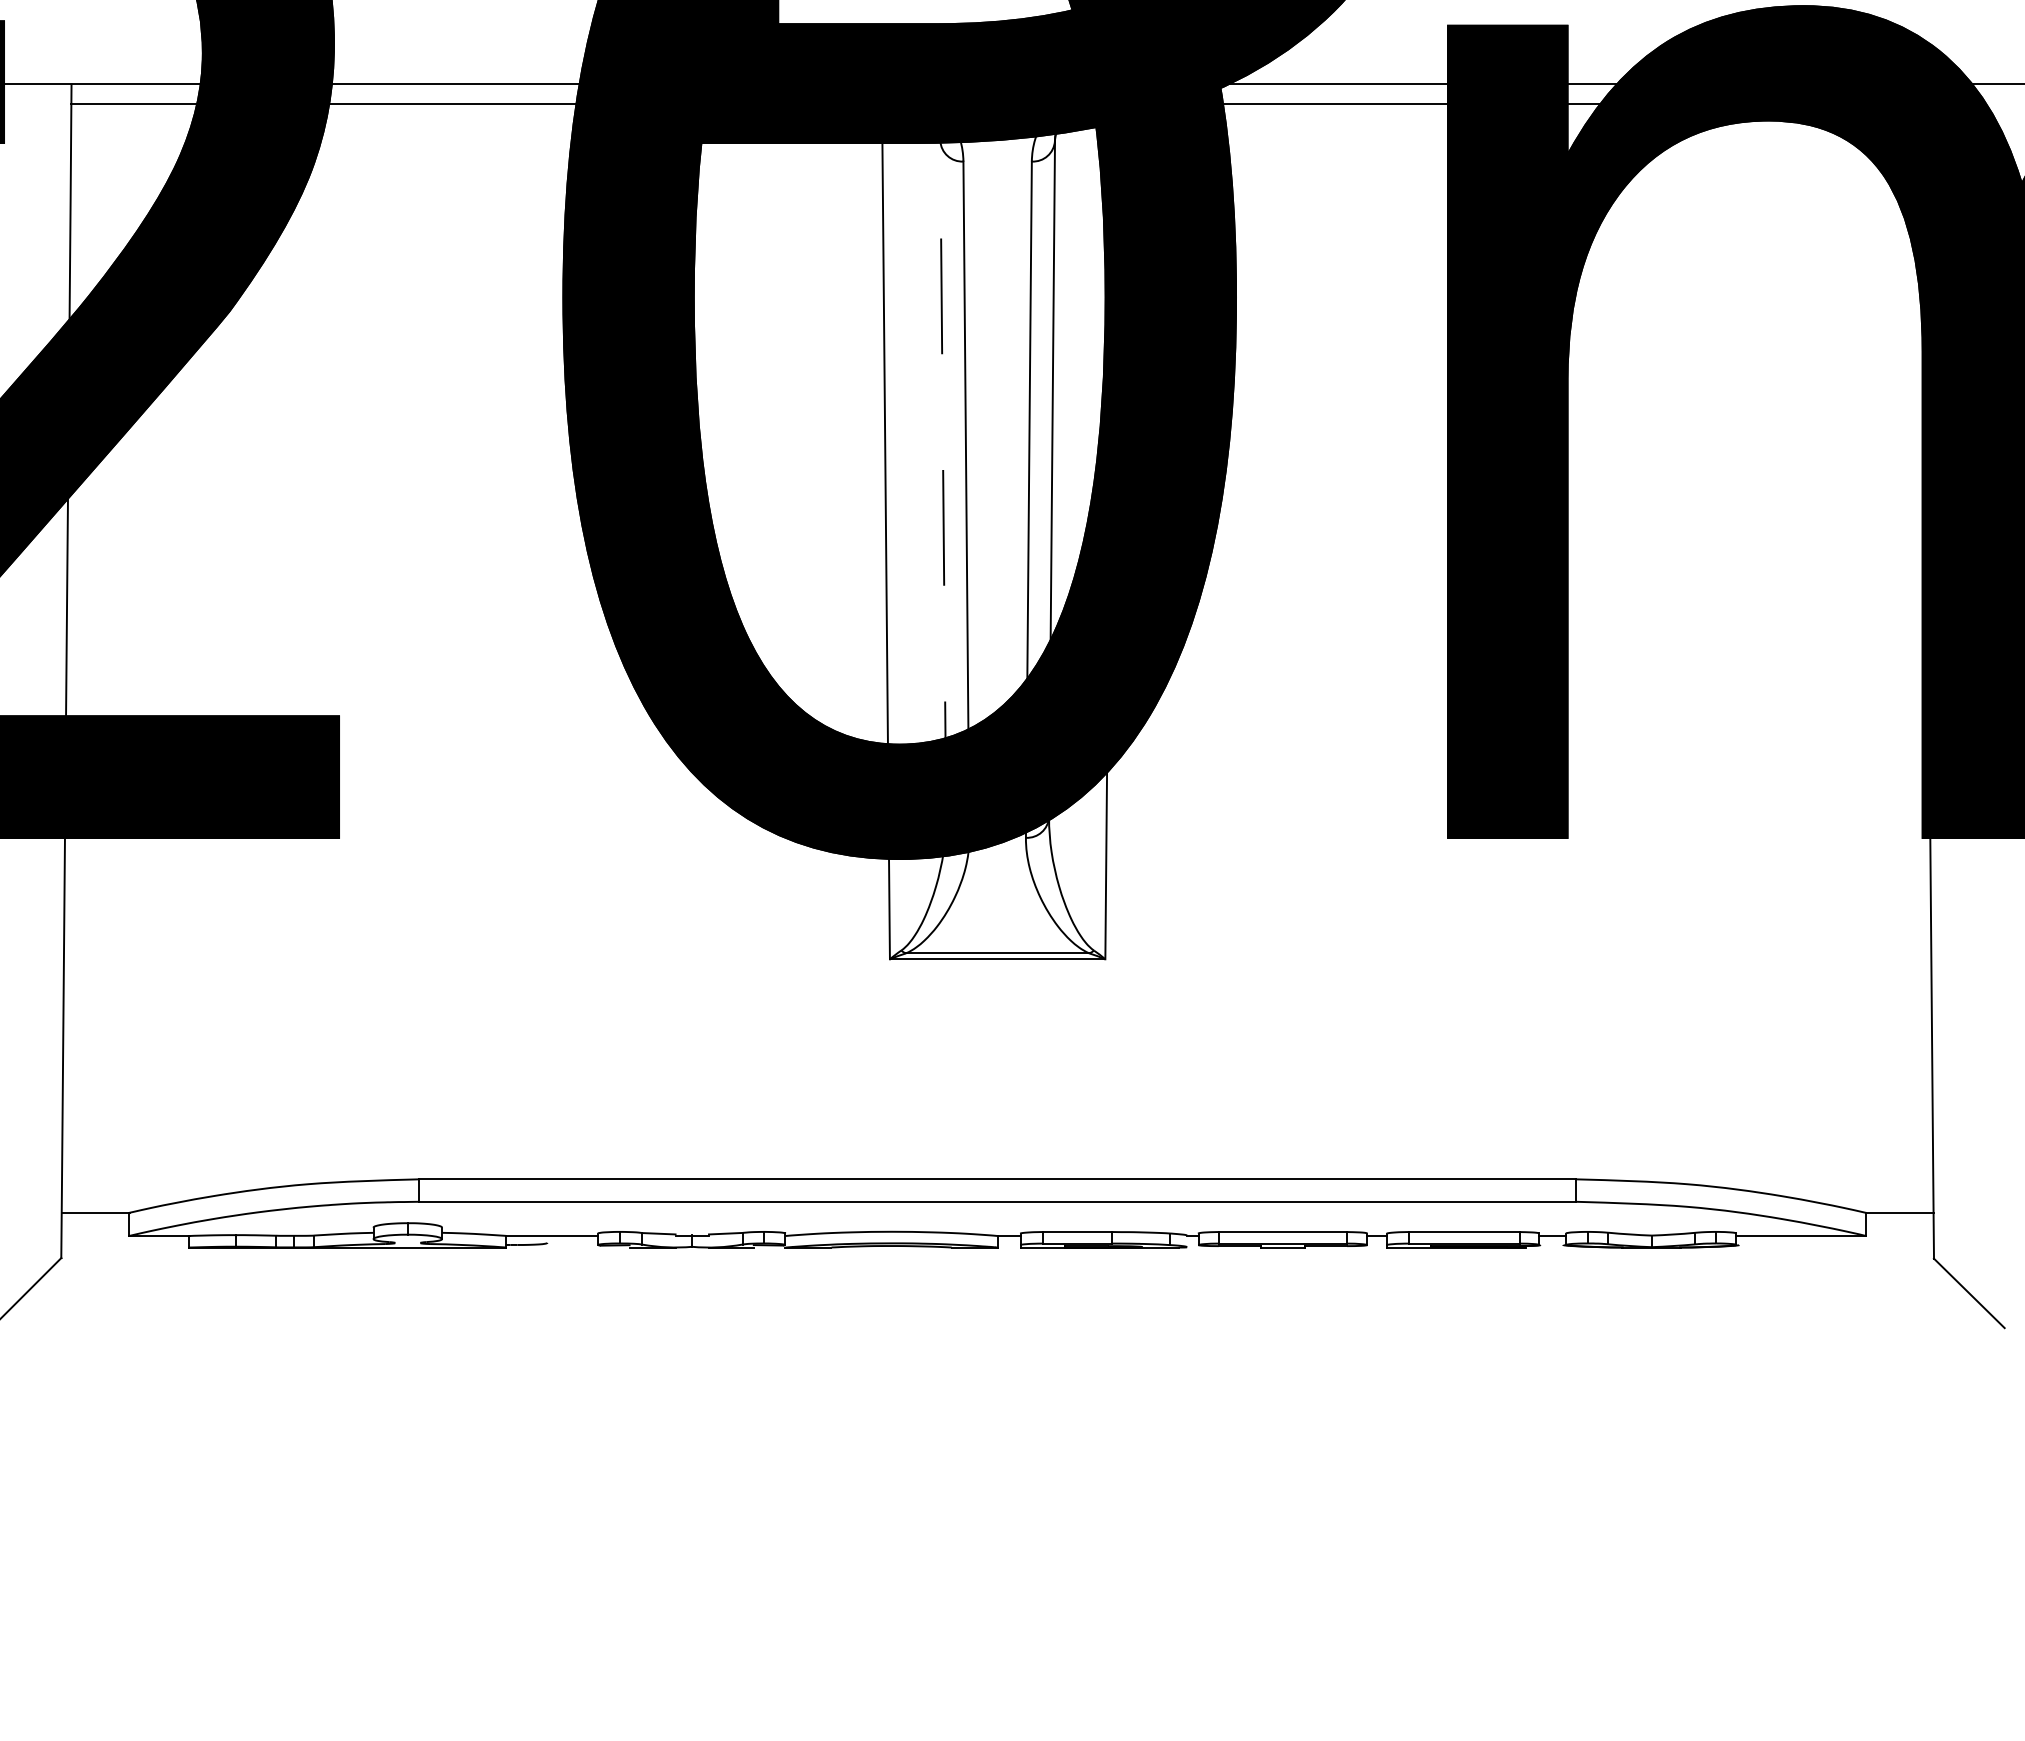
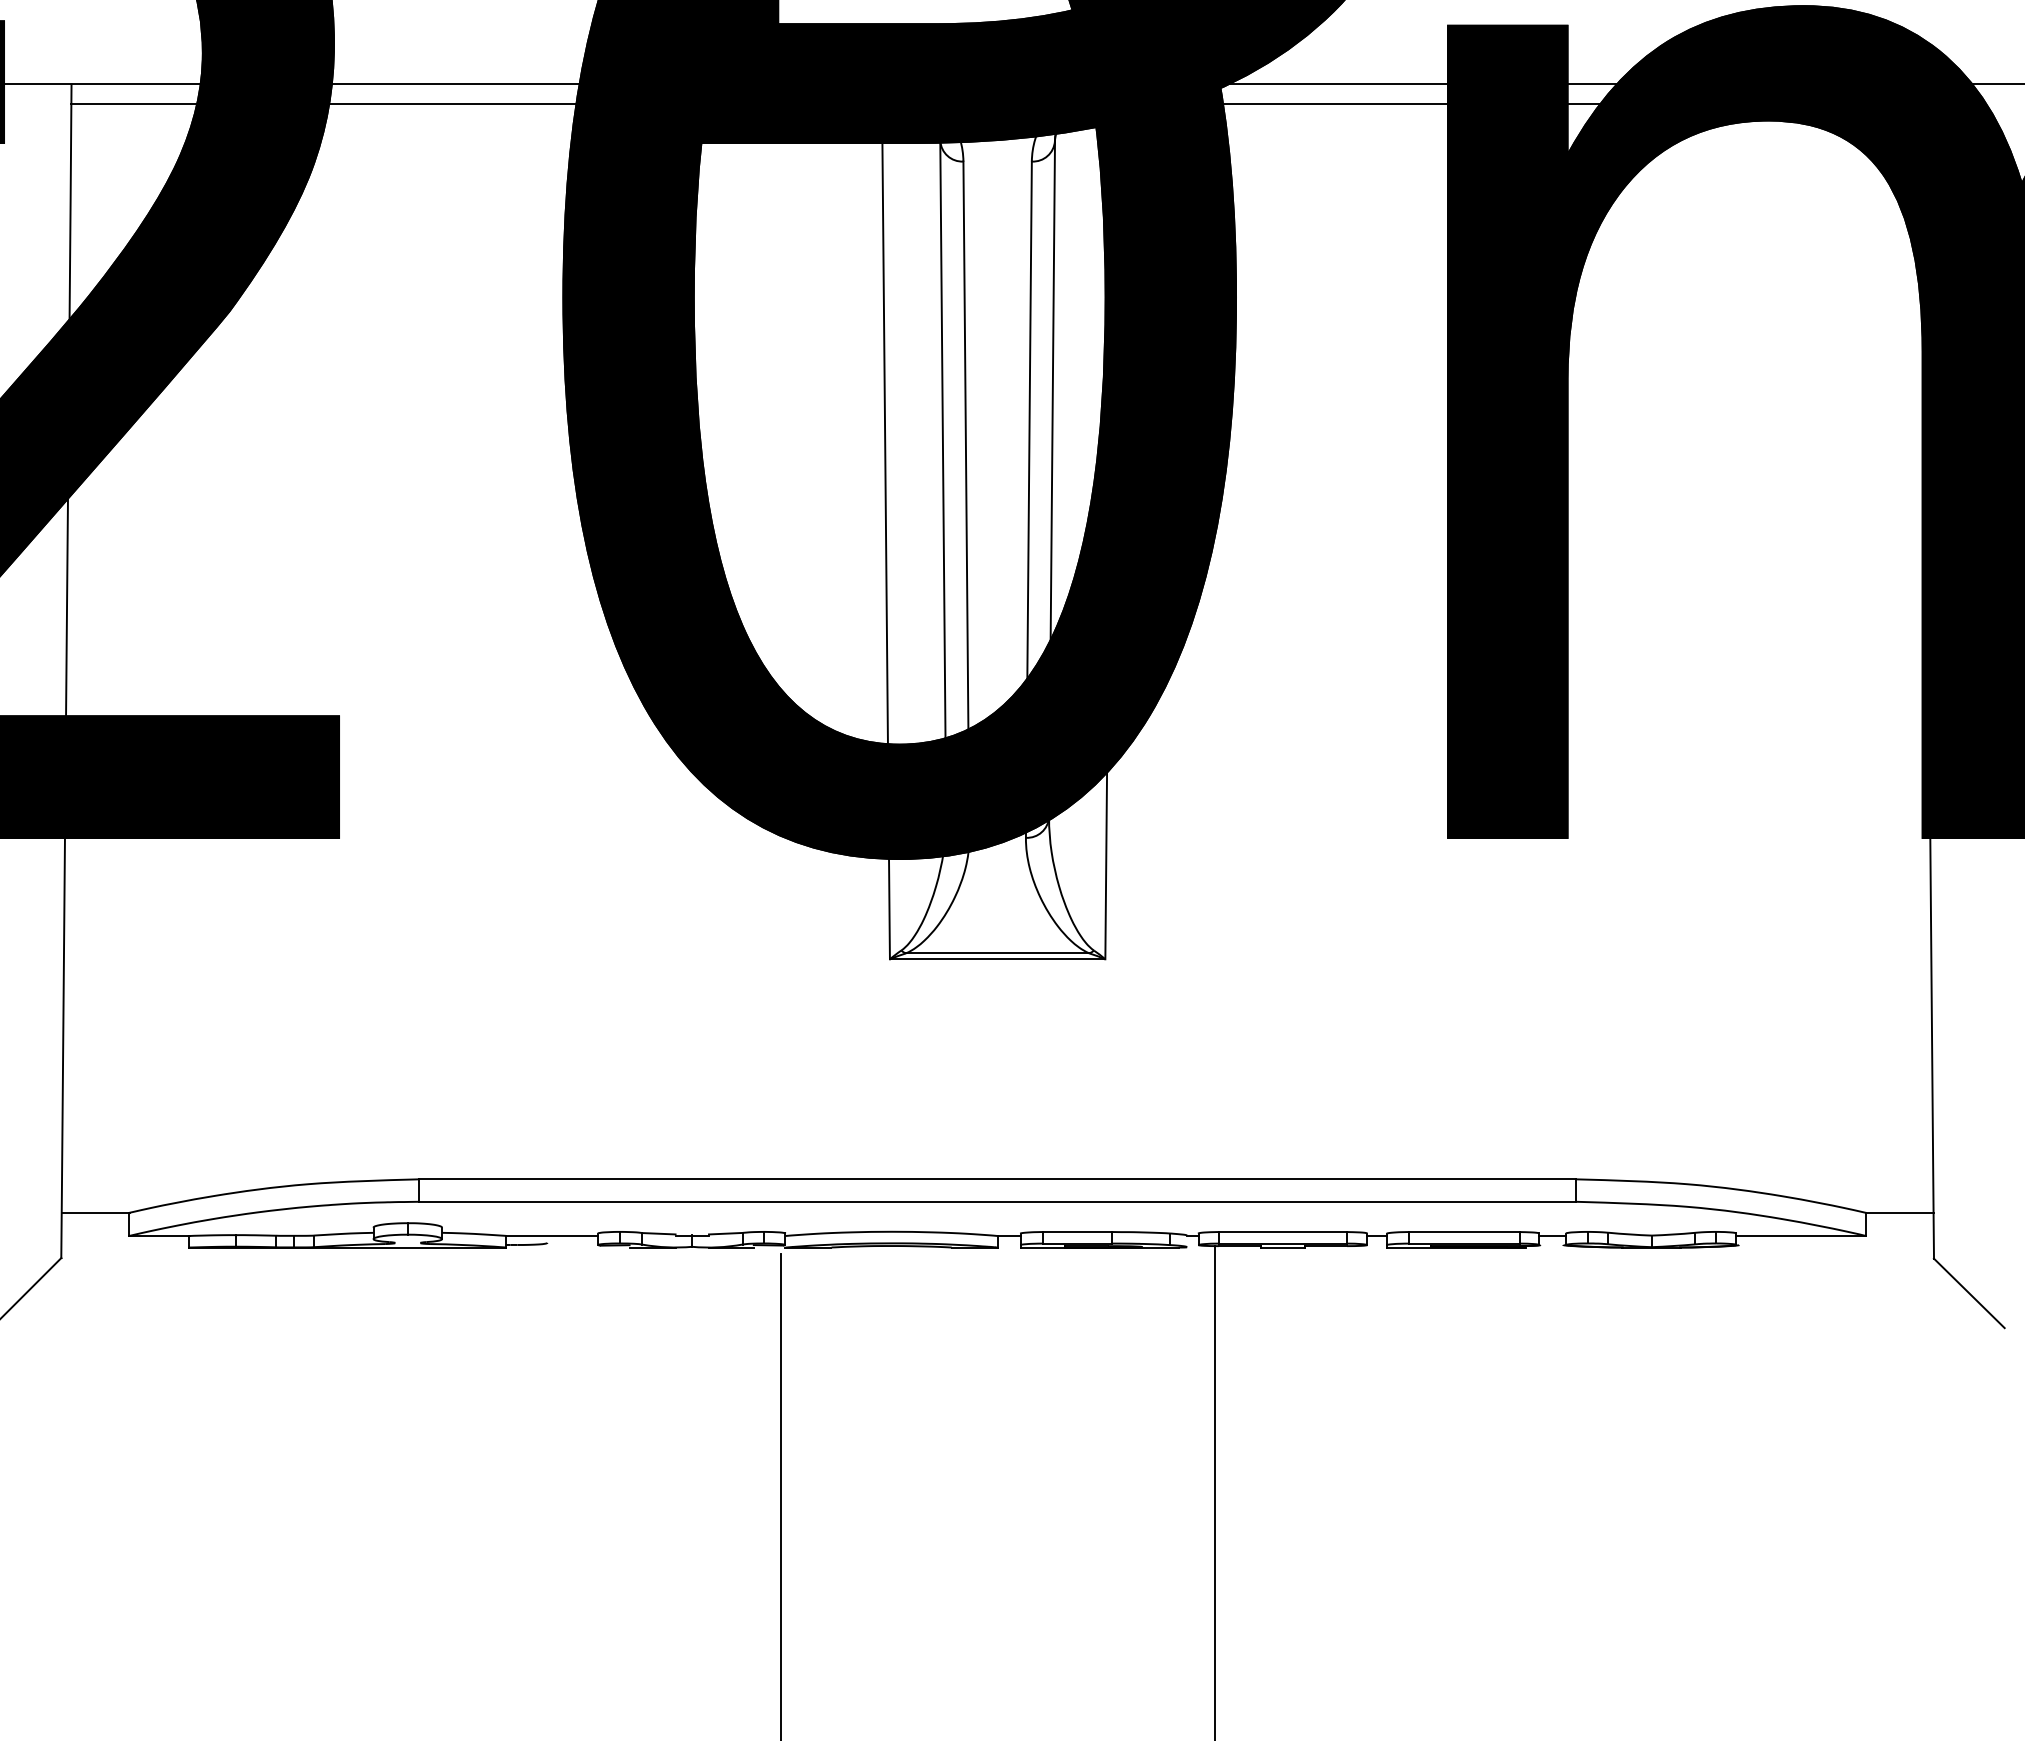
line at (943, 478): dashed -> solid
line at (1214, 1491): none -> present
line at (780, 1495): none -> present
